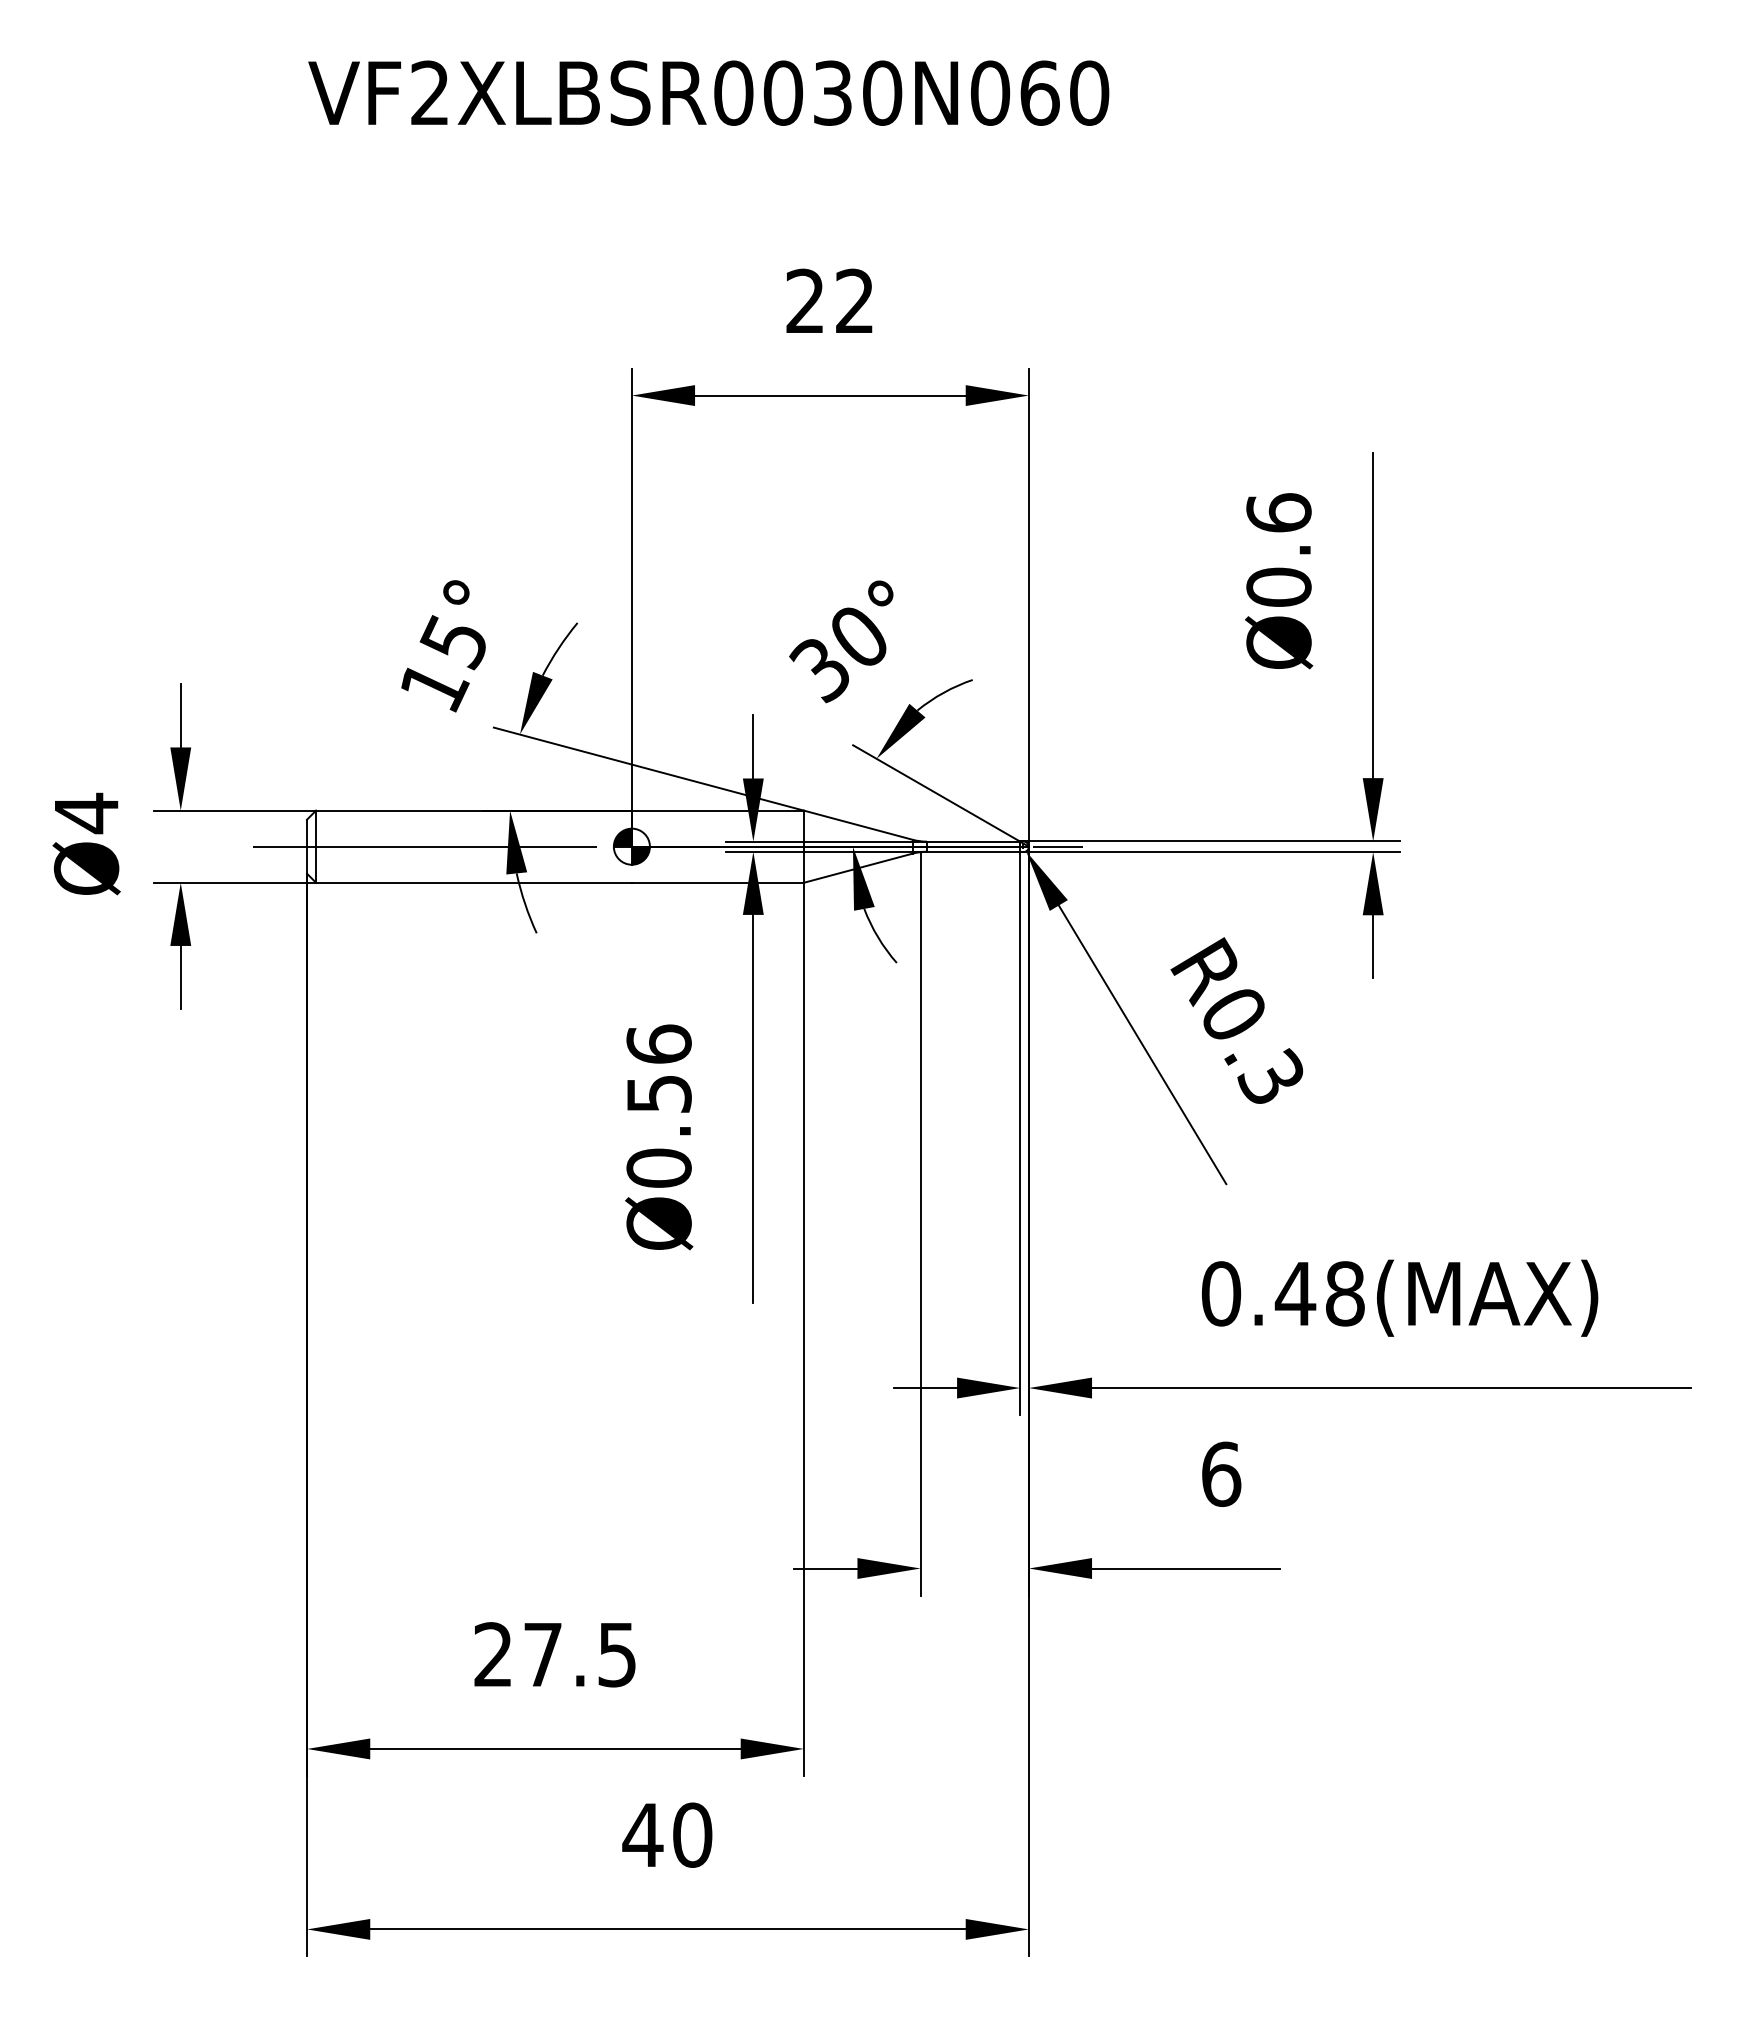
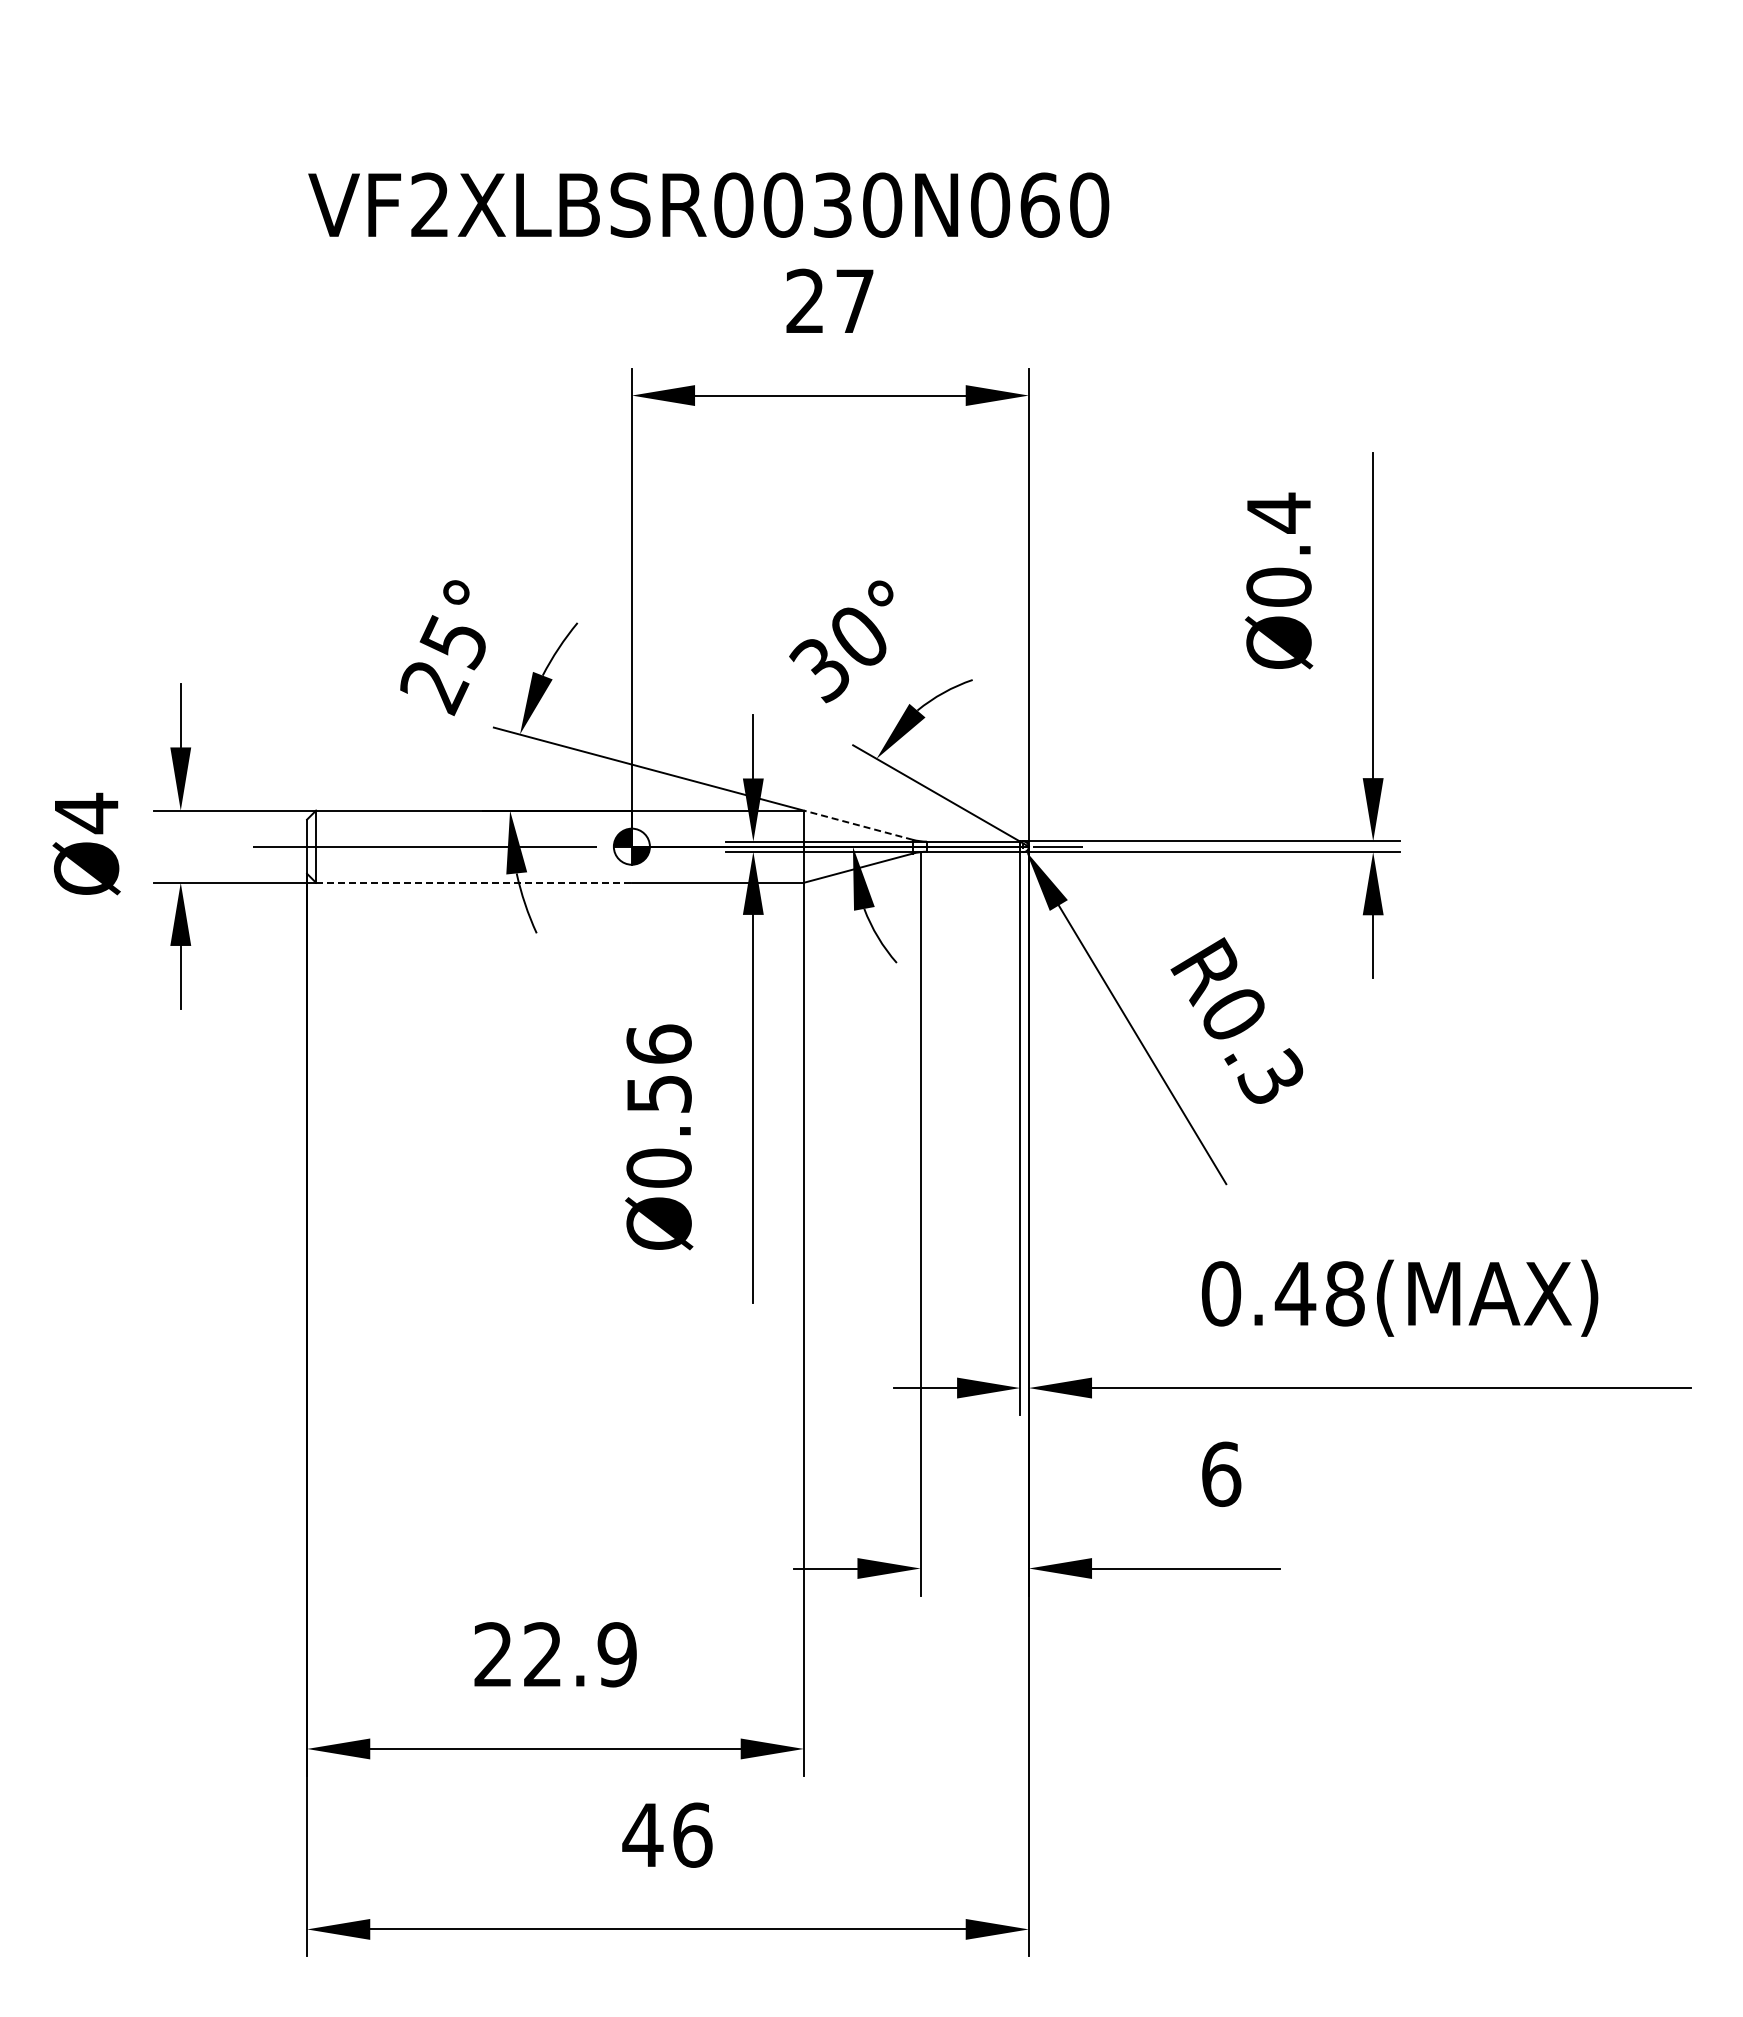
text at (708, 92) position: (708, 92) -> (708, 204)
text at (854, 300): 22 -> 27
text at (1278, 512): Ø0.6 -> Ø0.4
text at (434, 689): 15° -> 25°
line at (857, 825): solid -> dashed
line at (474, 882): solid -> dashed
text at (580, 1654): 27.5 -> 22.9
text at (692, 1834): 40 -> 46
